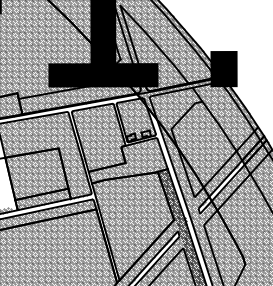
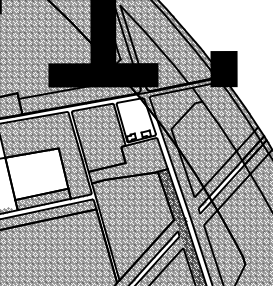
hatch at (135, 119): present -> none
hatch at (36, 174): present -> none
